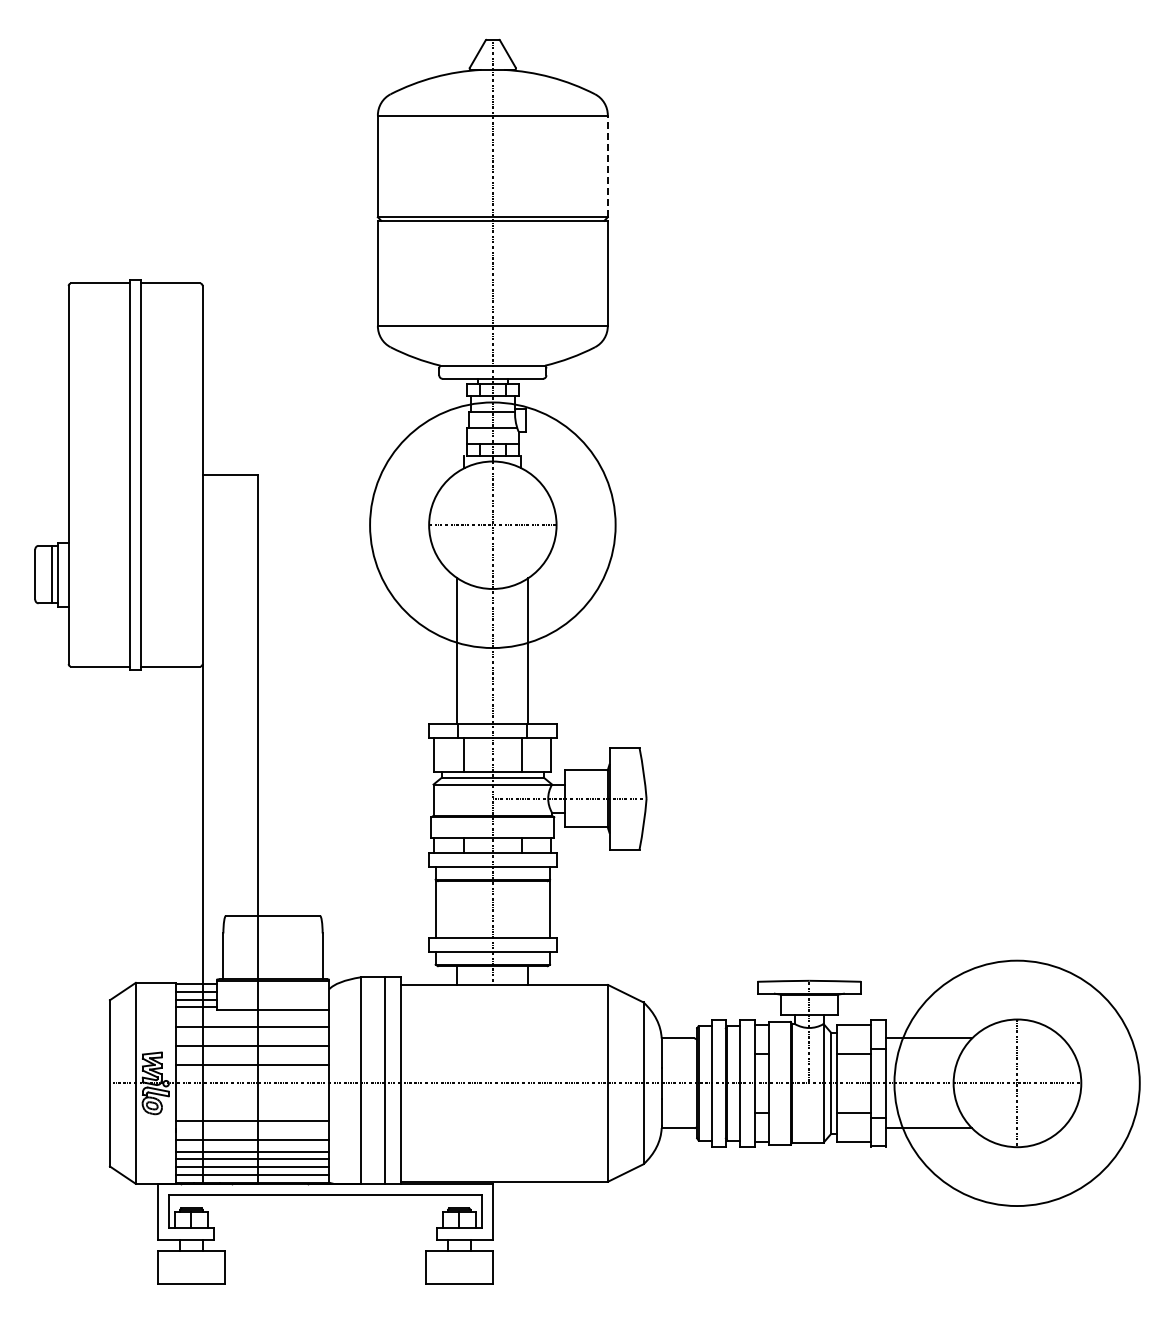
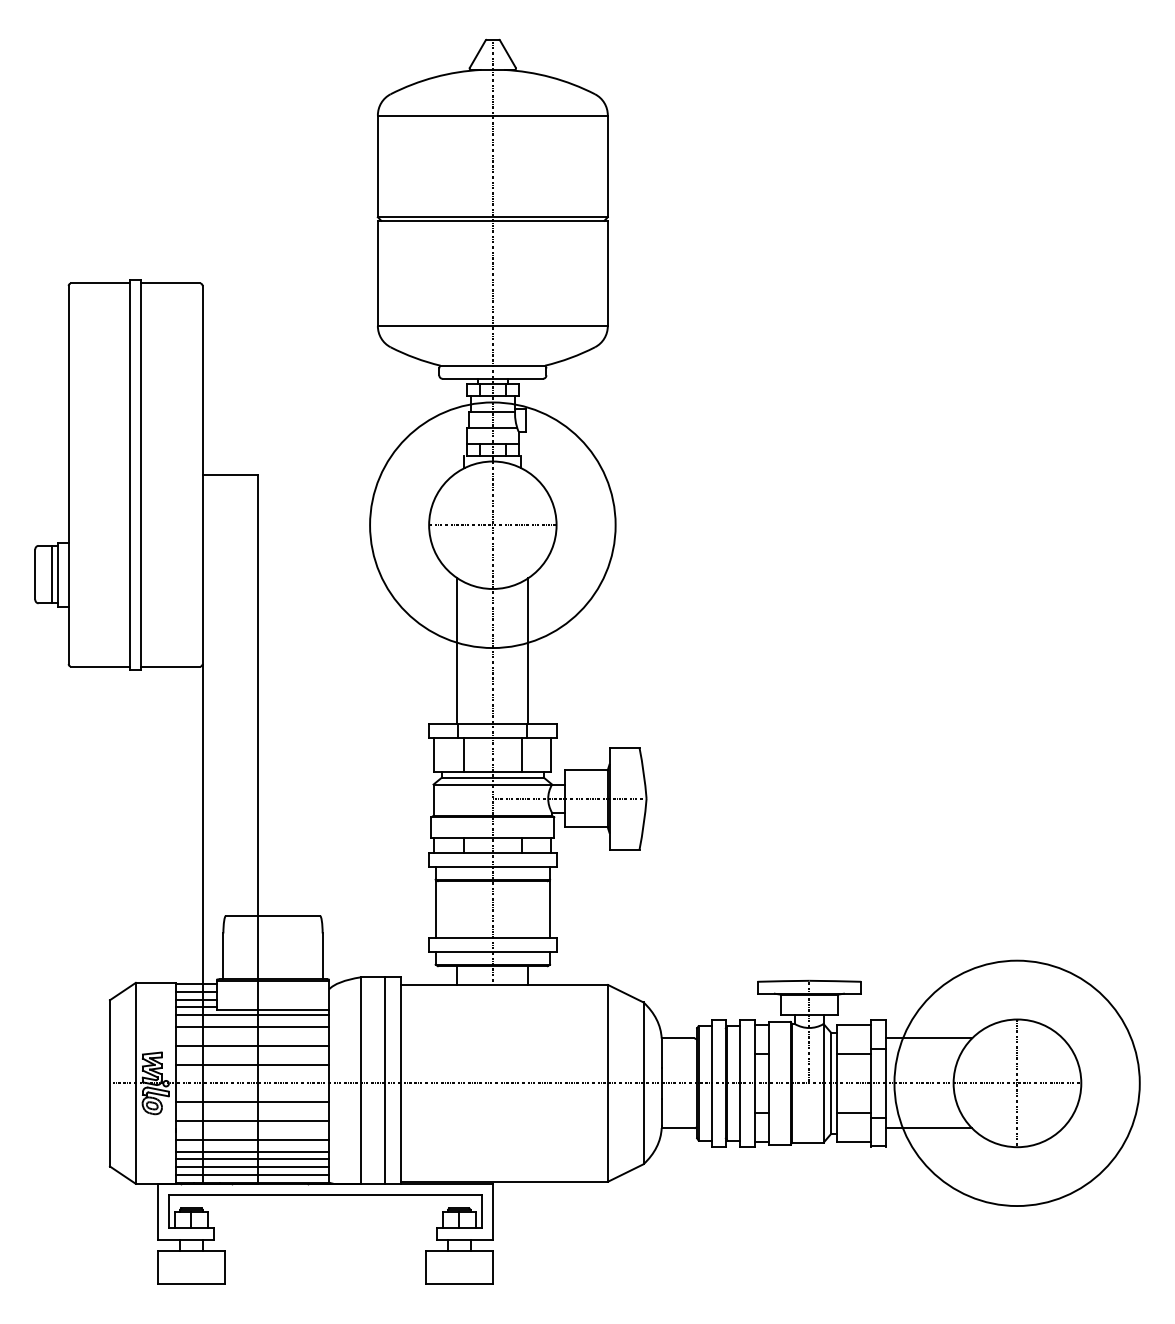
line at (607, 166): dashed -> solid
line at (252, 1014): none -> present
line at (252, 1102): none -> present
